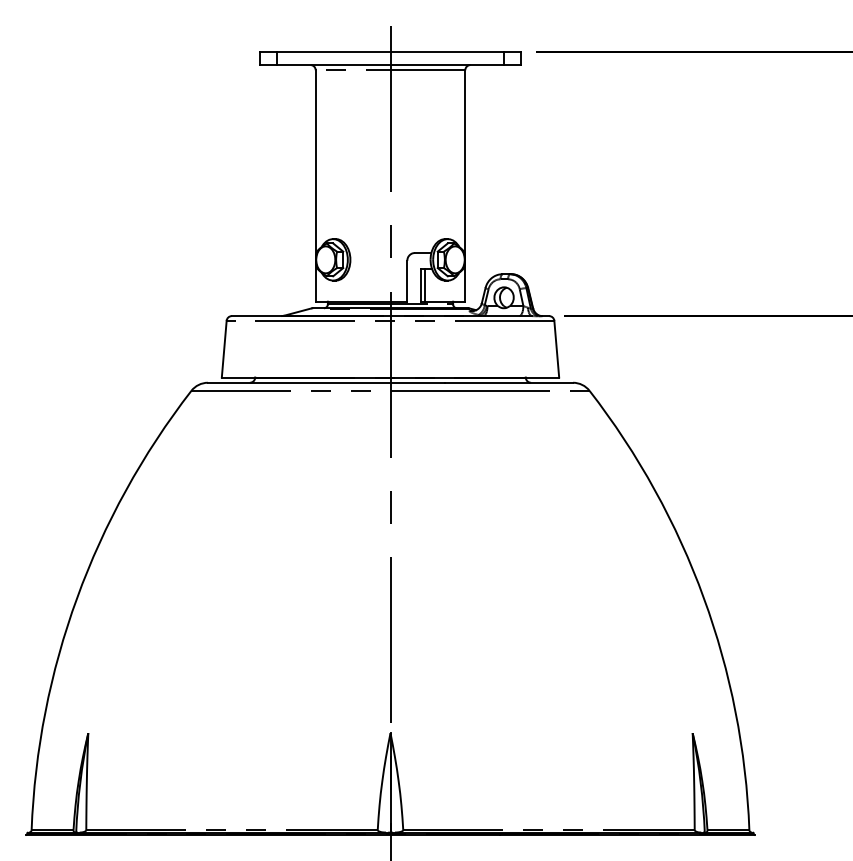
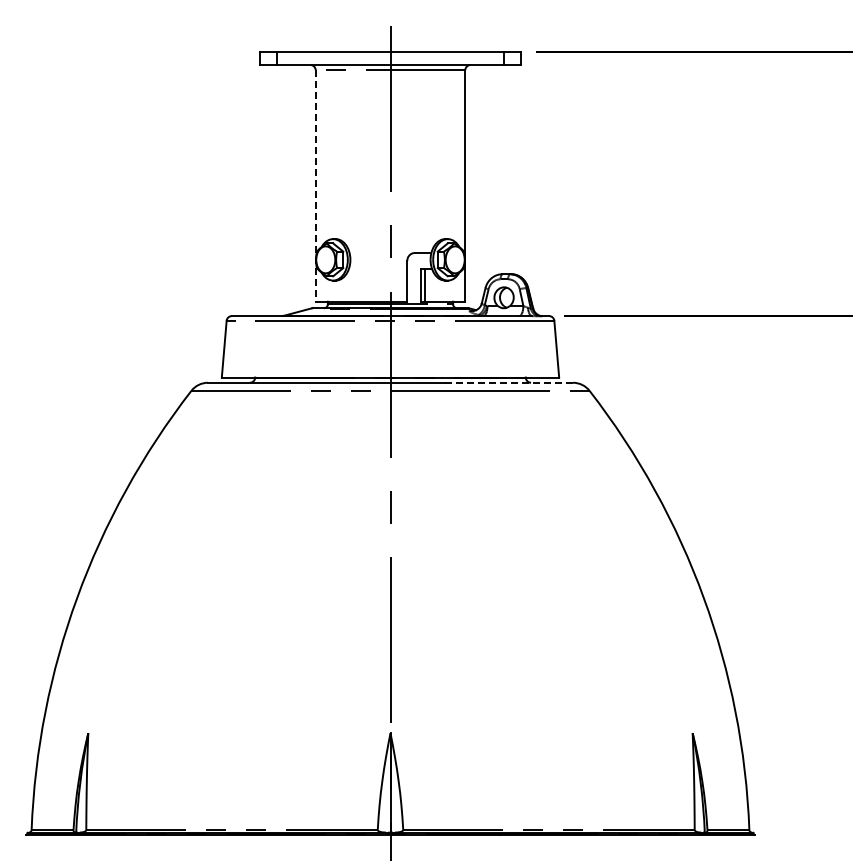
line at (315, 185): solid -> dashed
line at (509, 382): solid -> dashed
